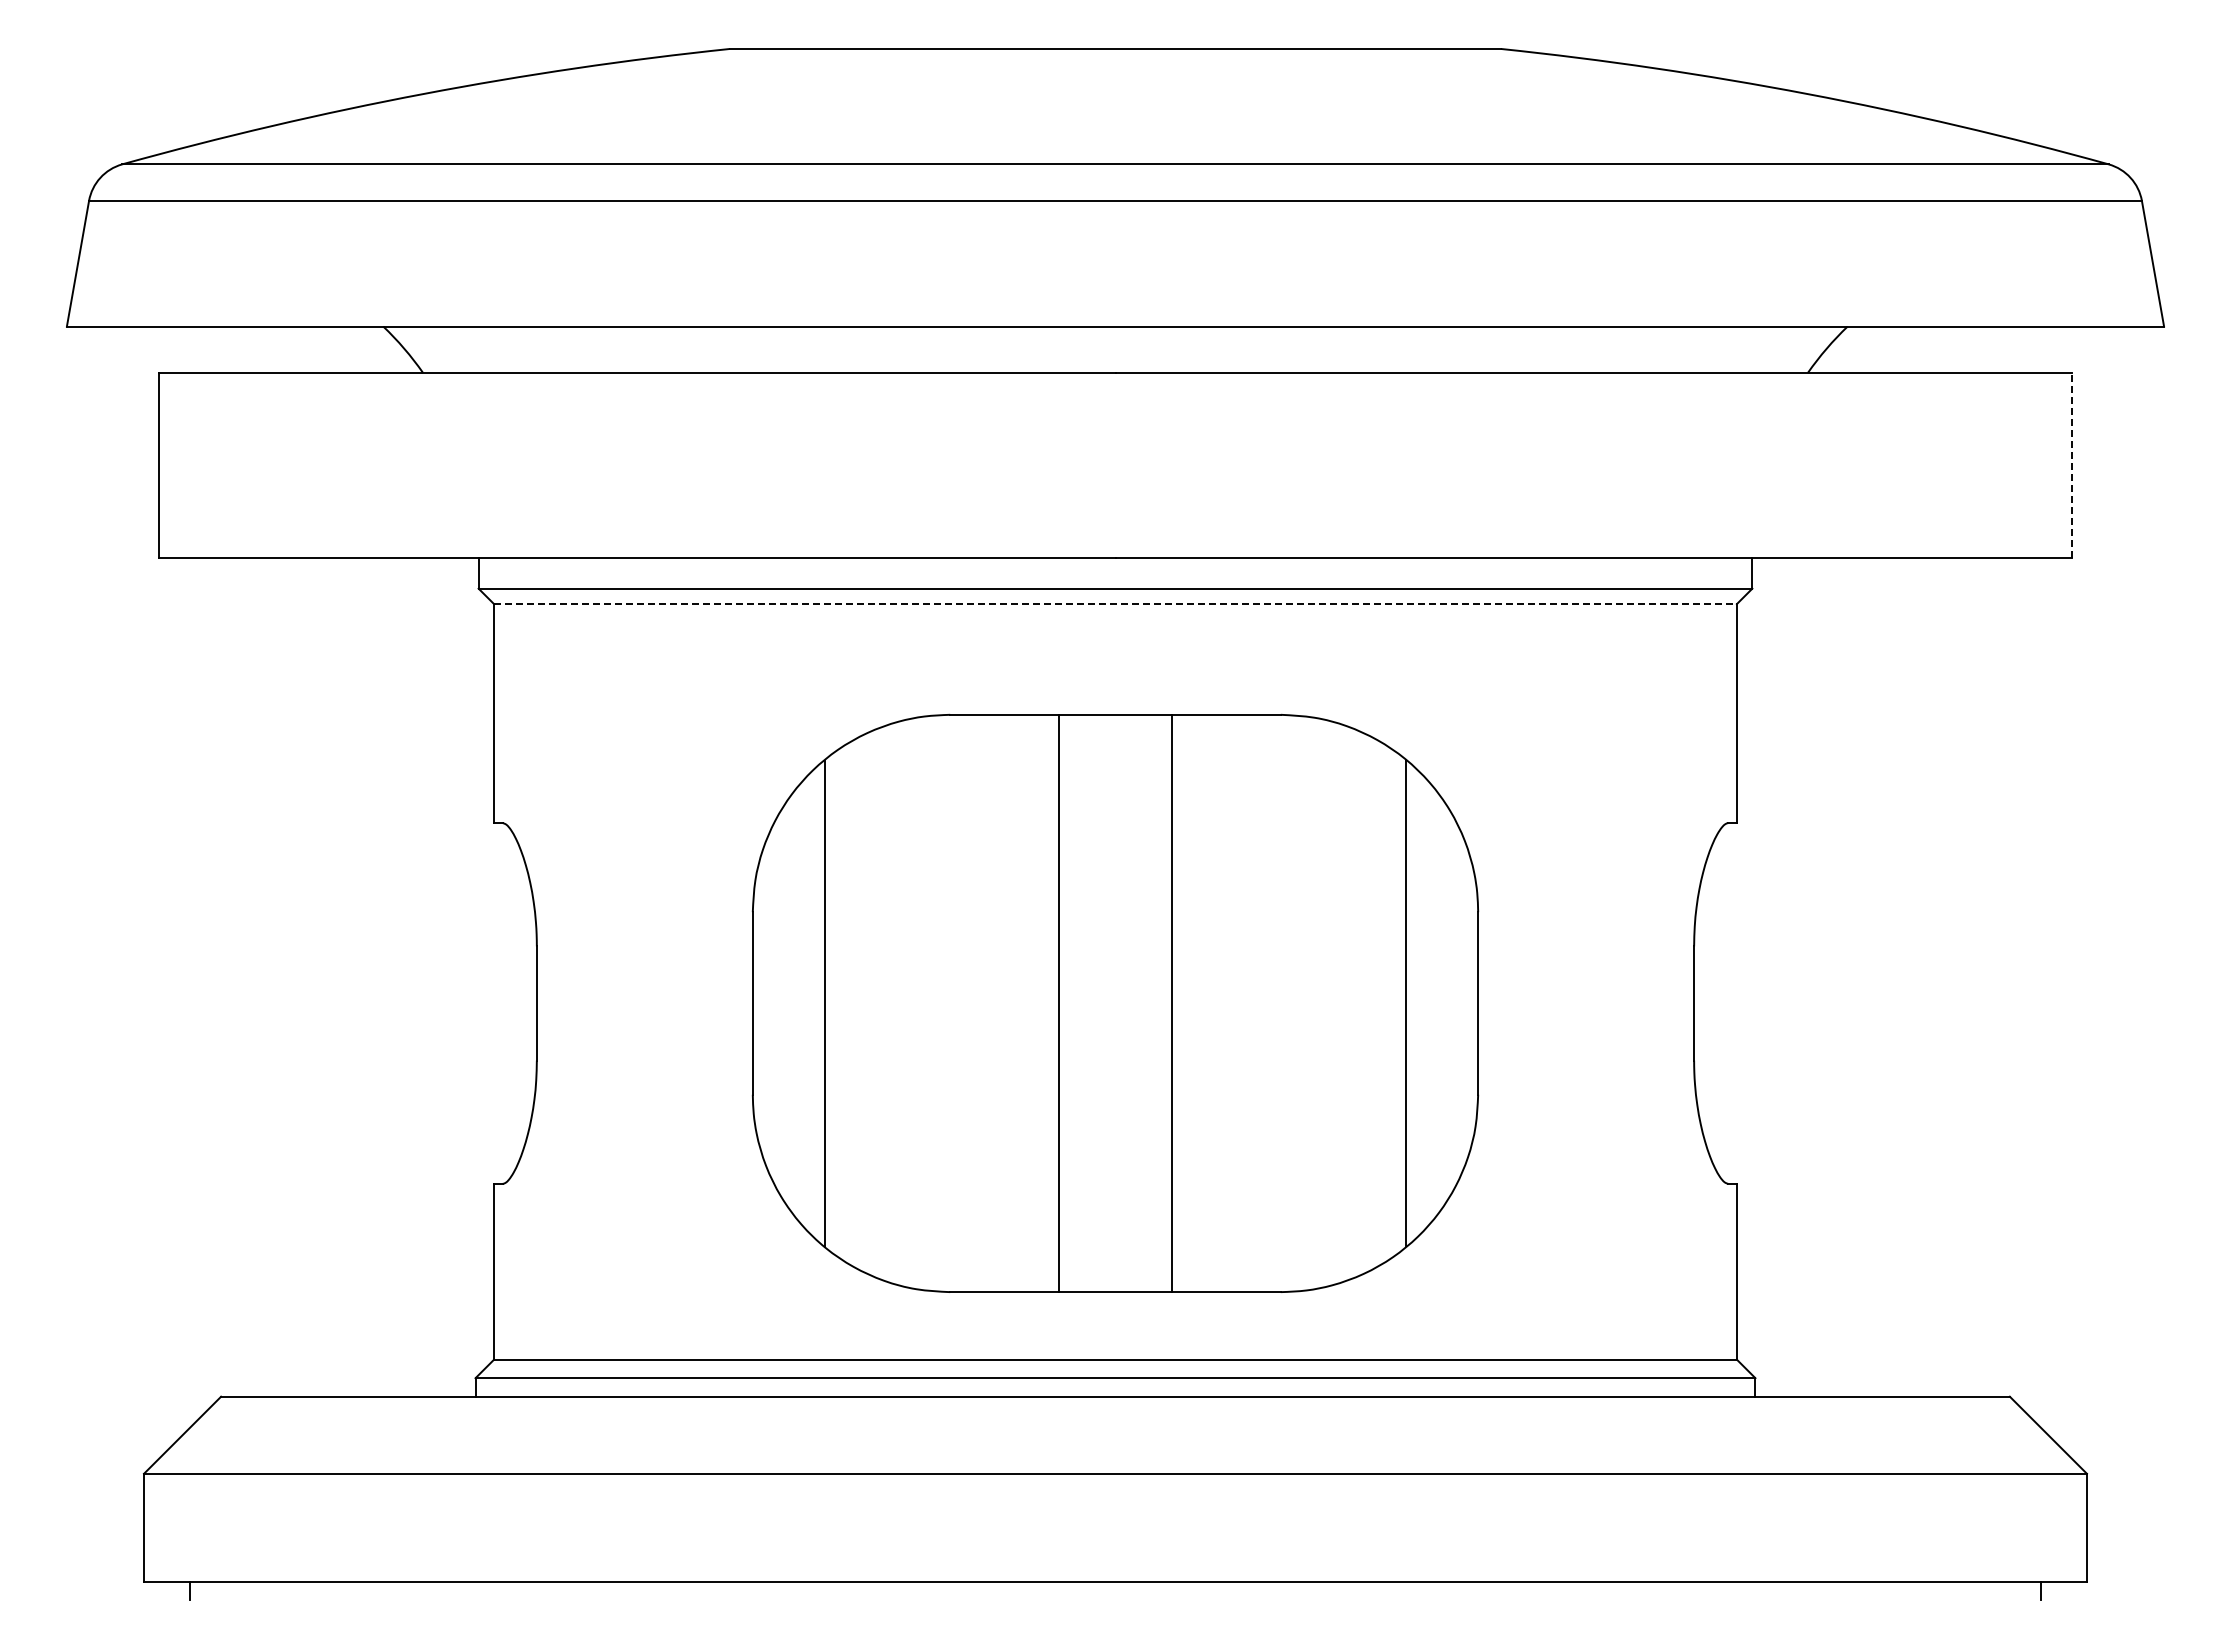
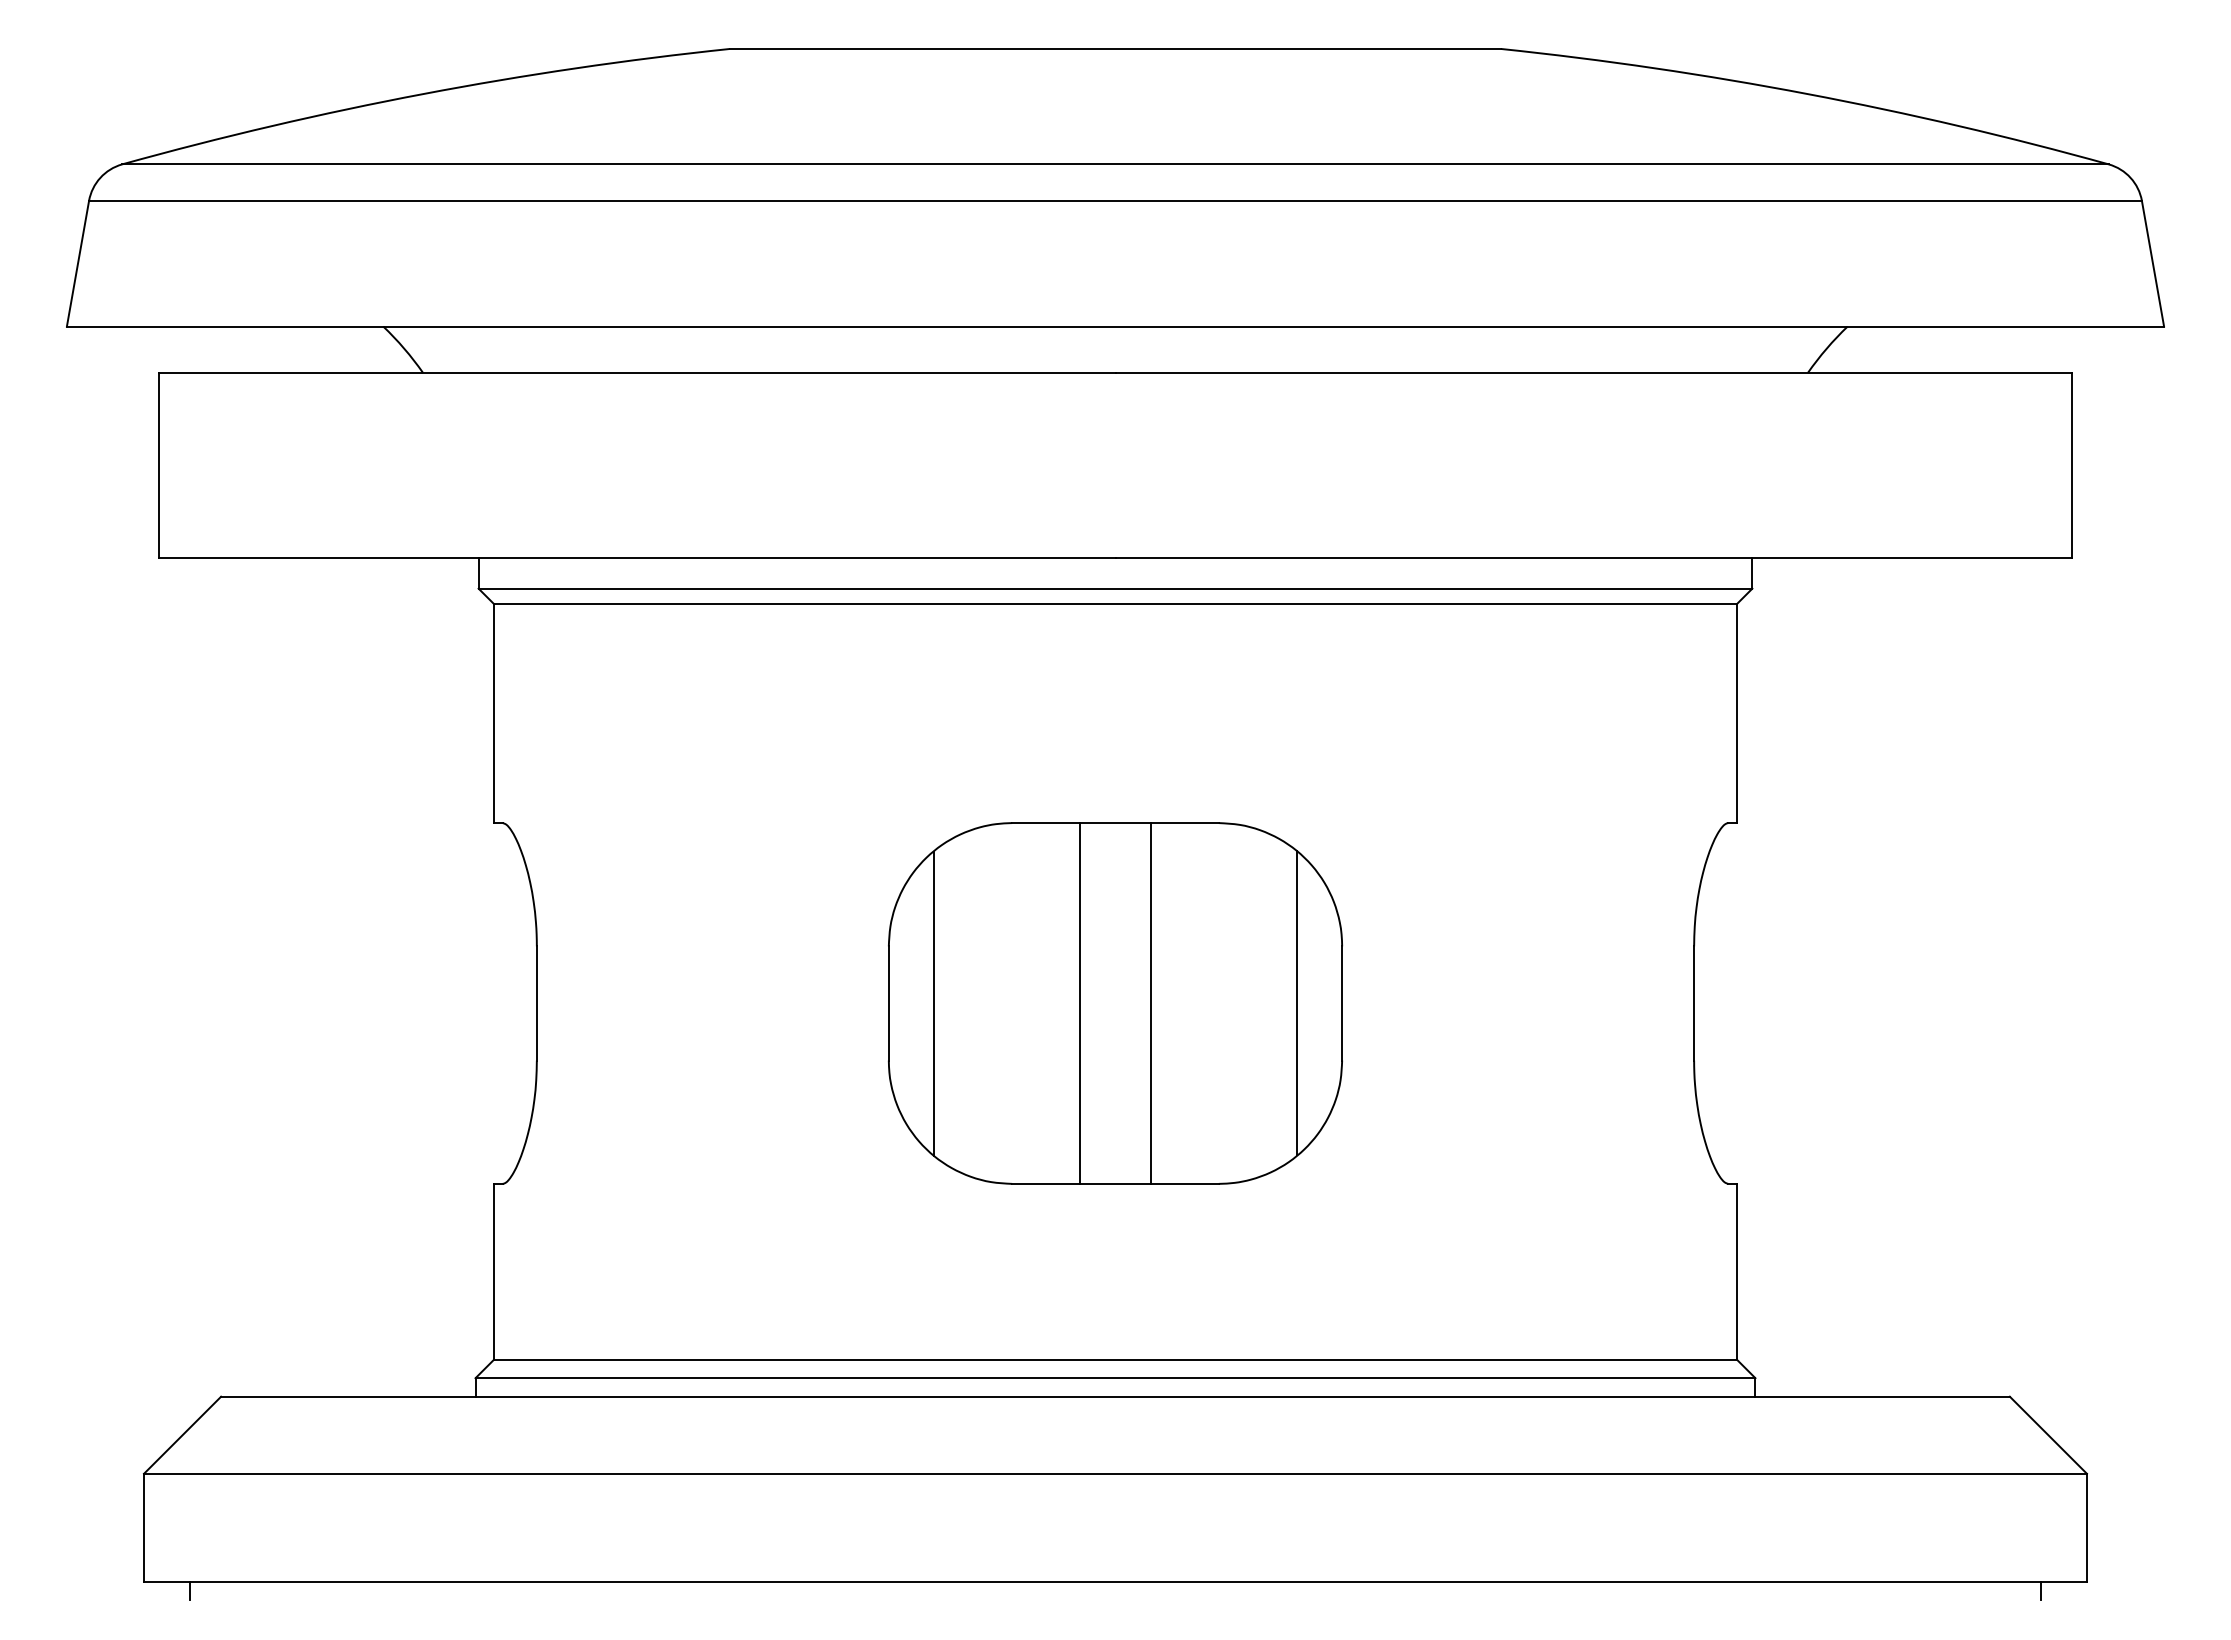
line at (2071, 465): dashed -> solid
line at (1115, 604): dashed -> solid
part at (1115, 1002) size: 729x580 px -> 455x363 px
